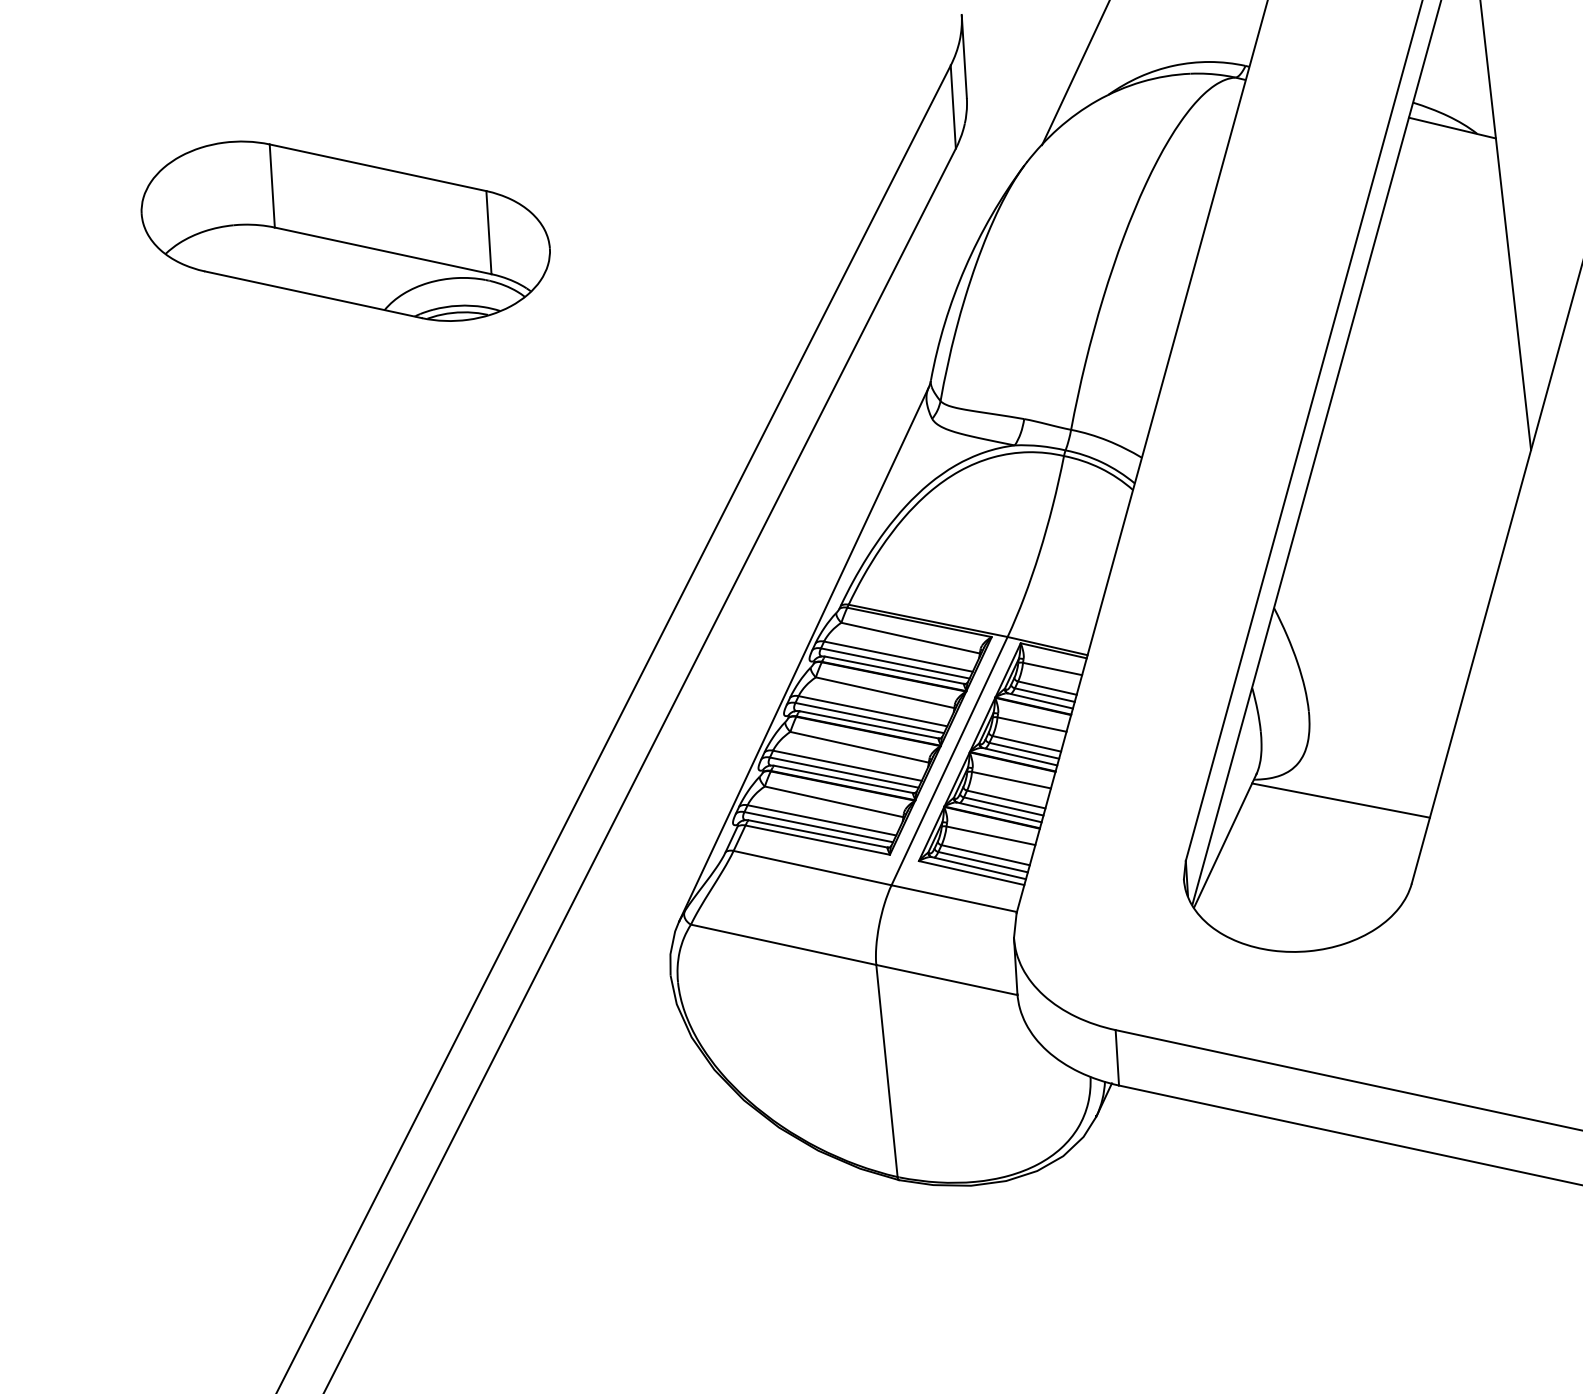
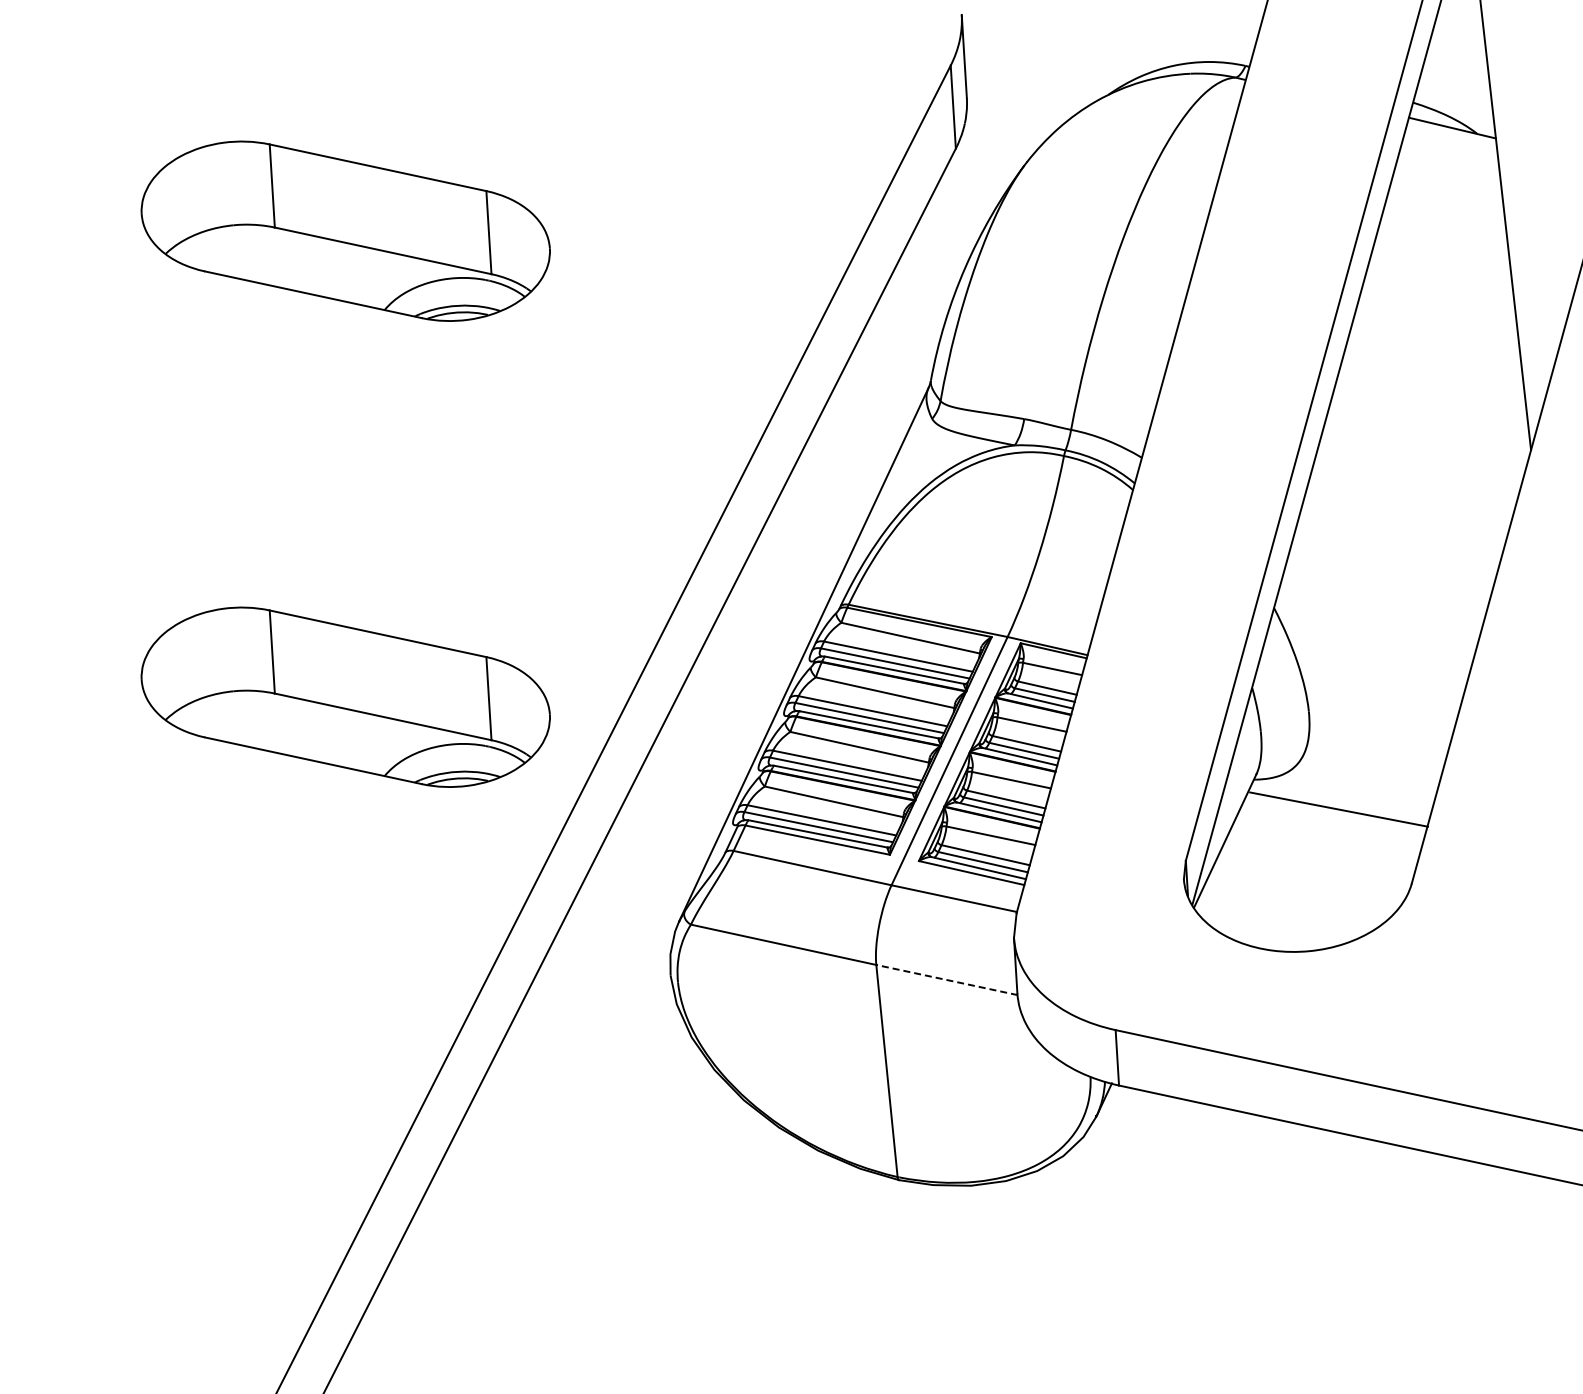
line at (1075, 73): present -> none
part at (345, 696): none -> present
line at (1340, 800) position: (1340, 800) -> (1338, 809)
line at (946, 979): solid -> dashed
